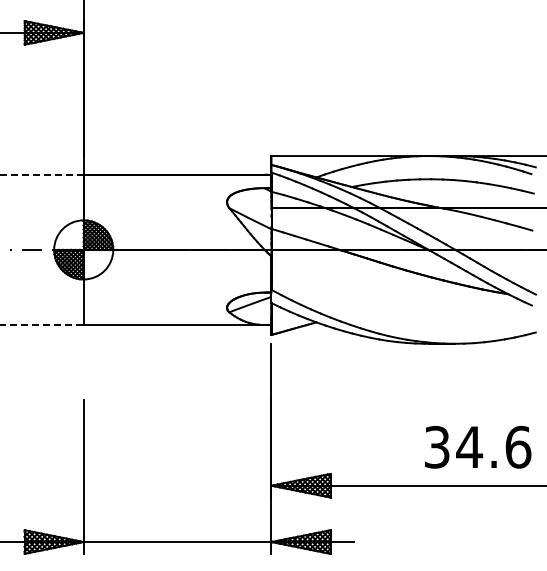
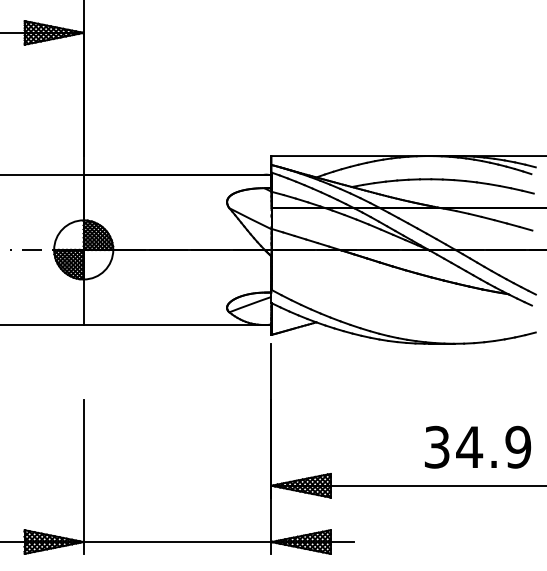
line at (41, 174): dashed -> solid
line at (42, 325): dashed -> solid
text at (518, 446): 34.6 -> 34.9
